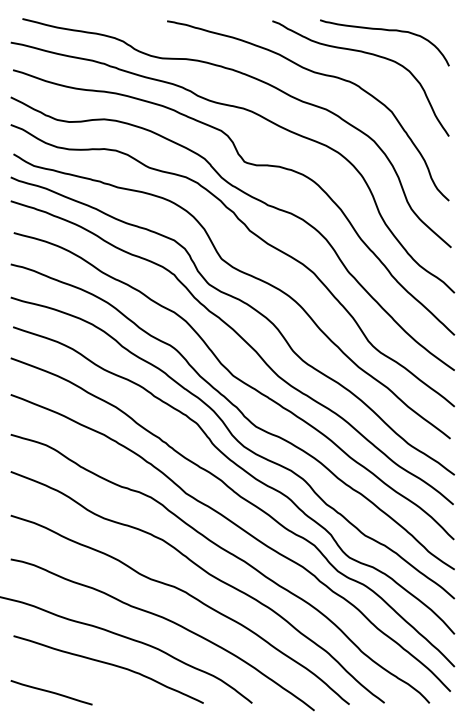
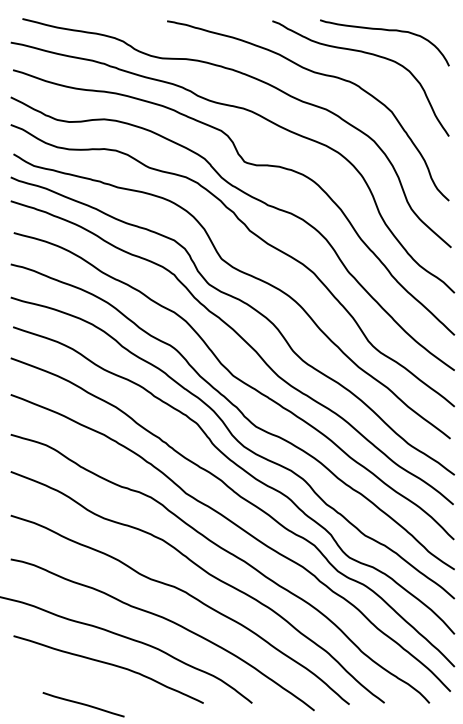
line at (51, 692) position: (51, 692) -> (83, 704)
